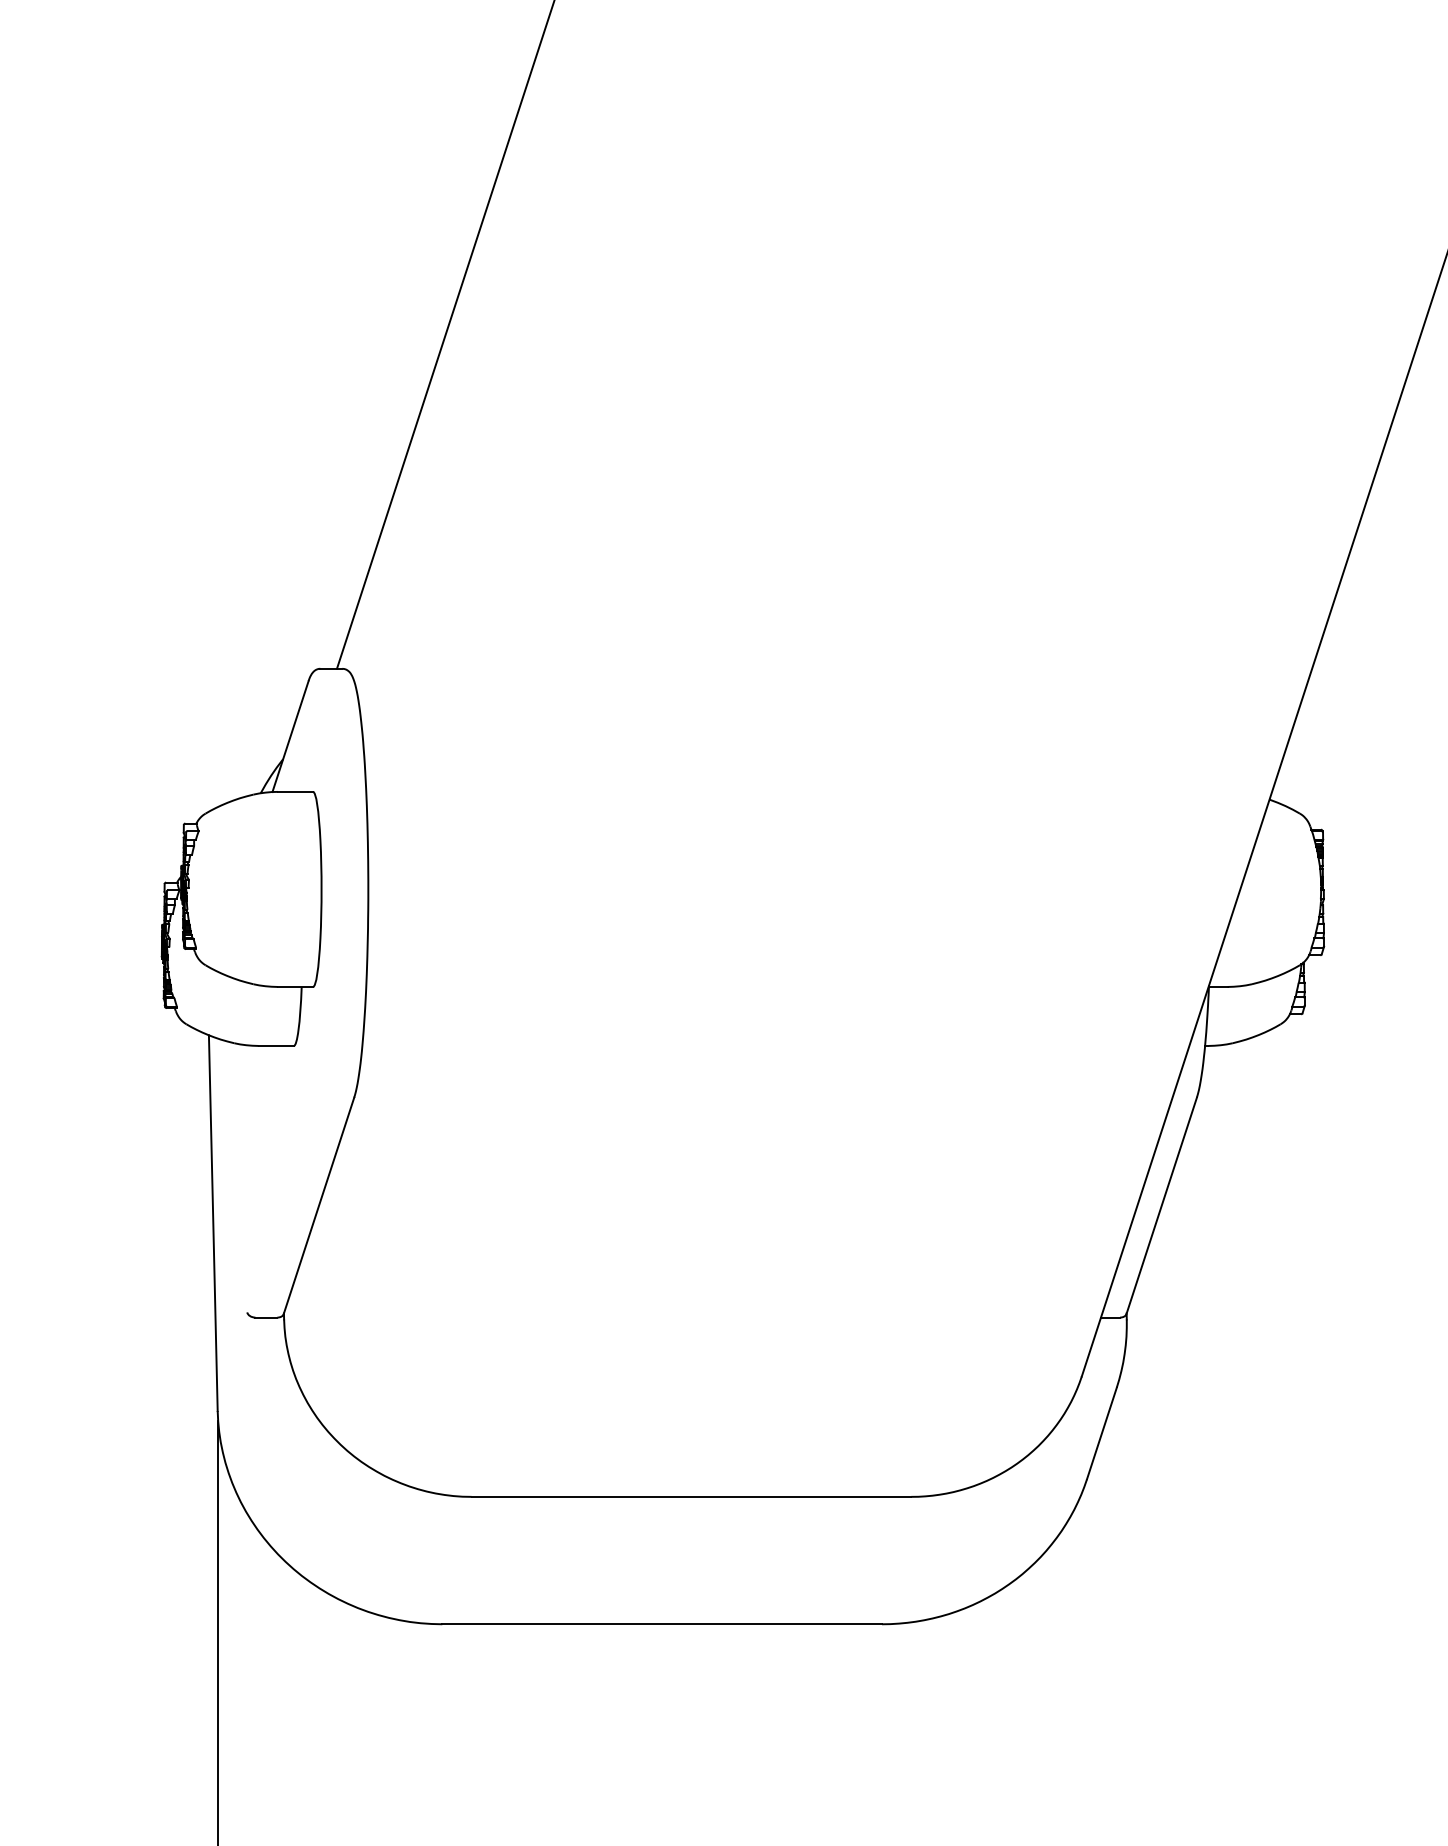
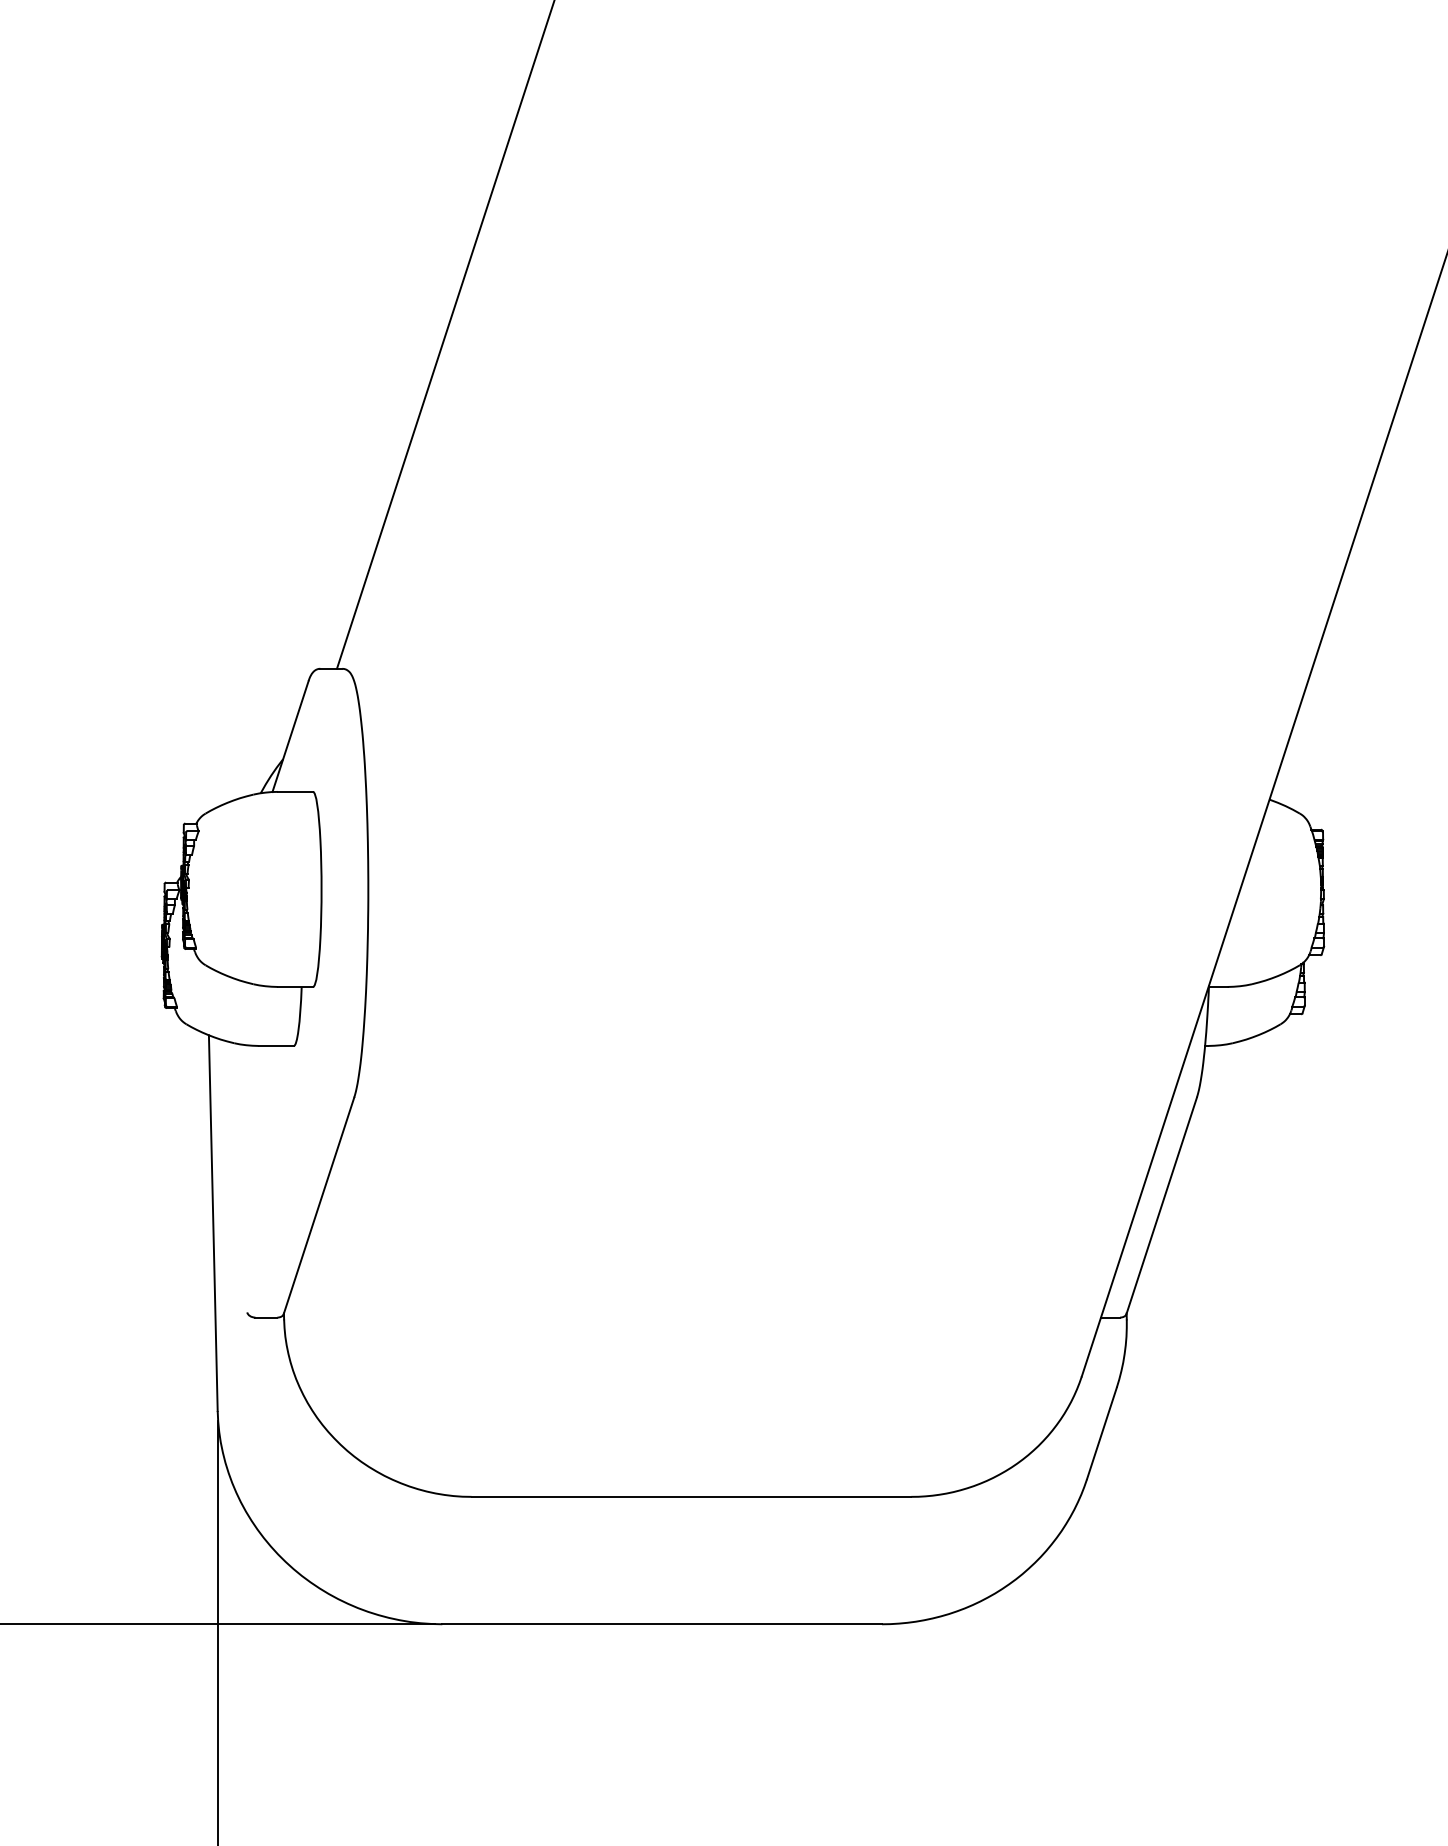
line at (218, 1623): none -> present
